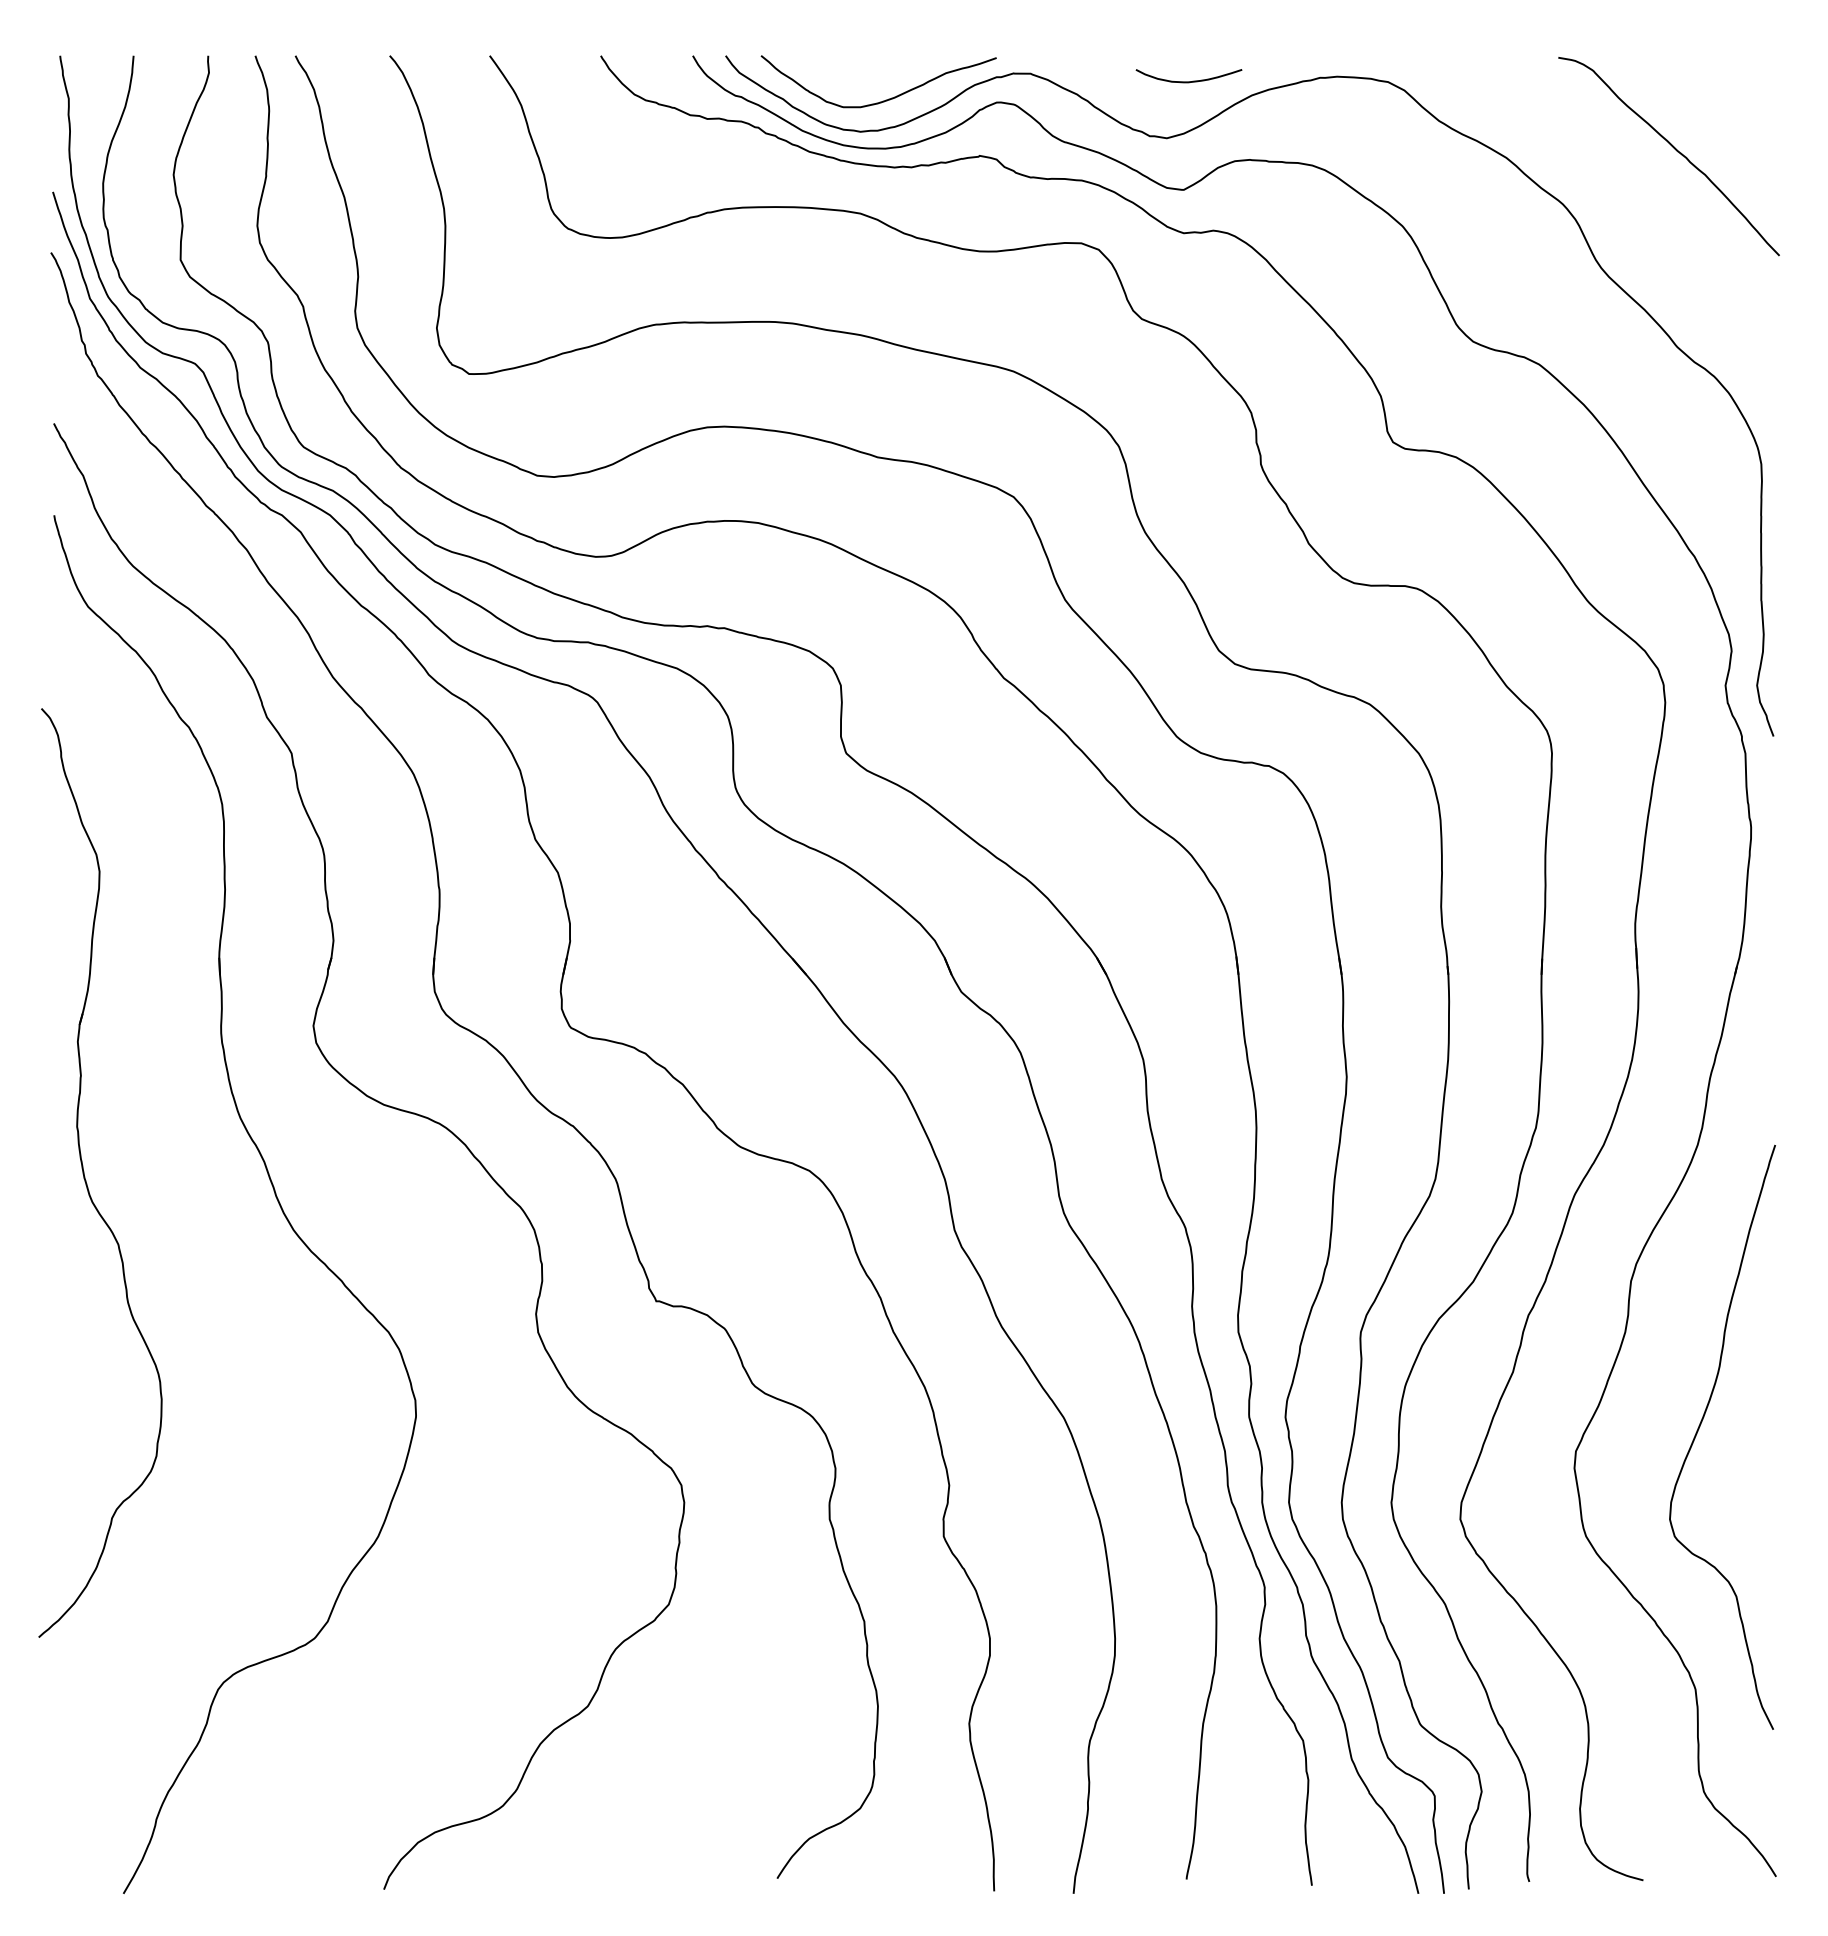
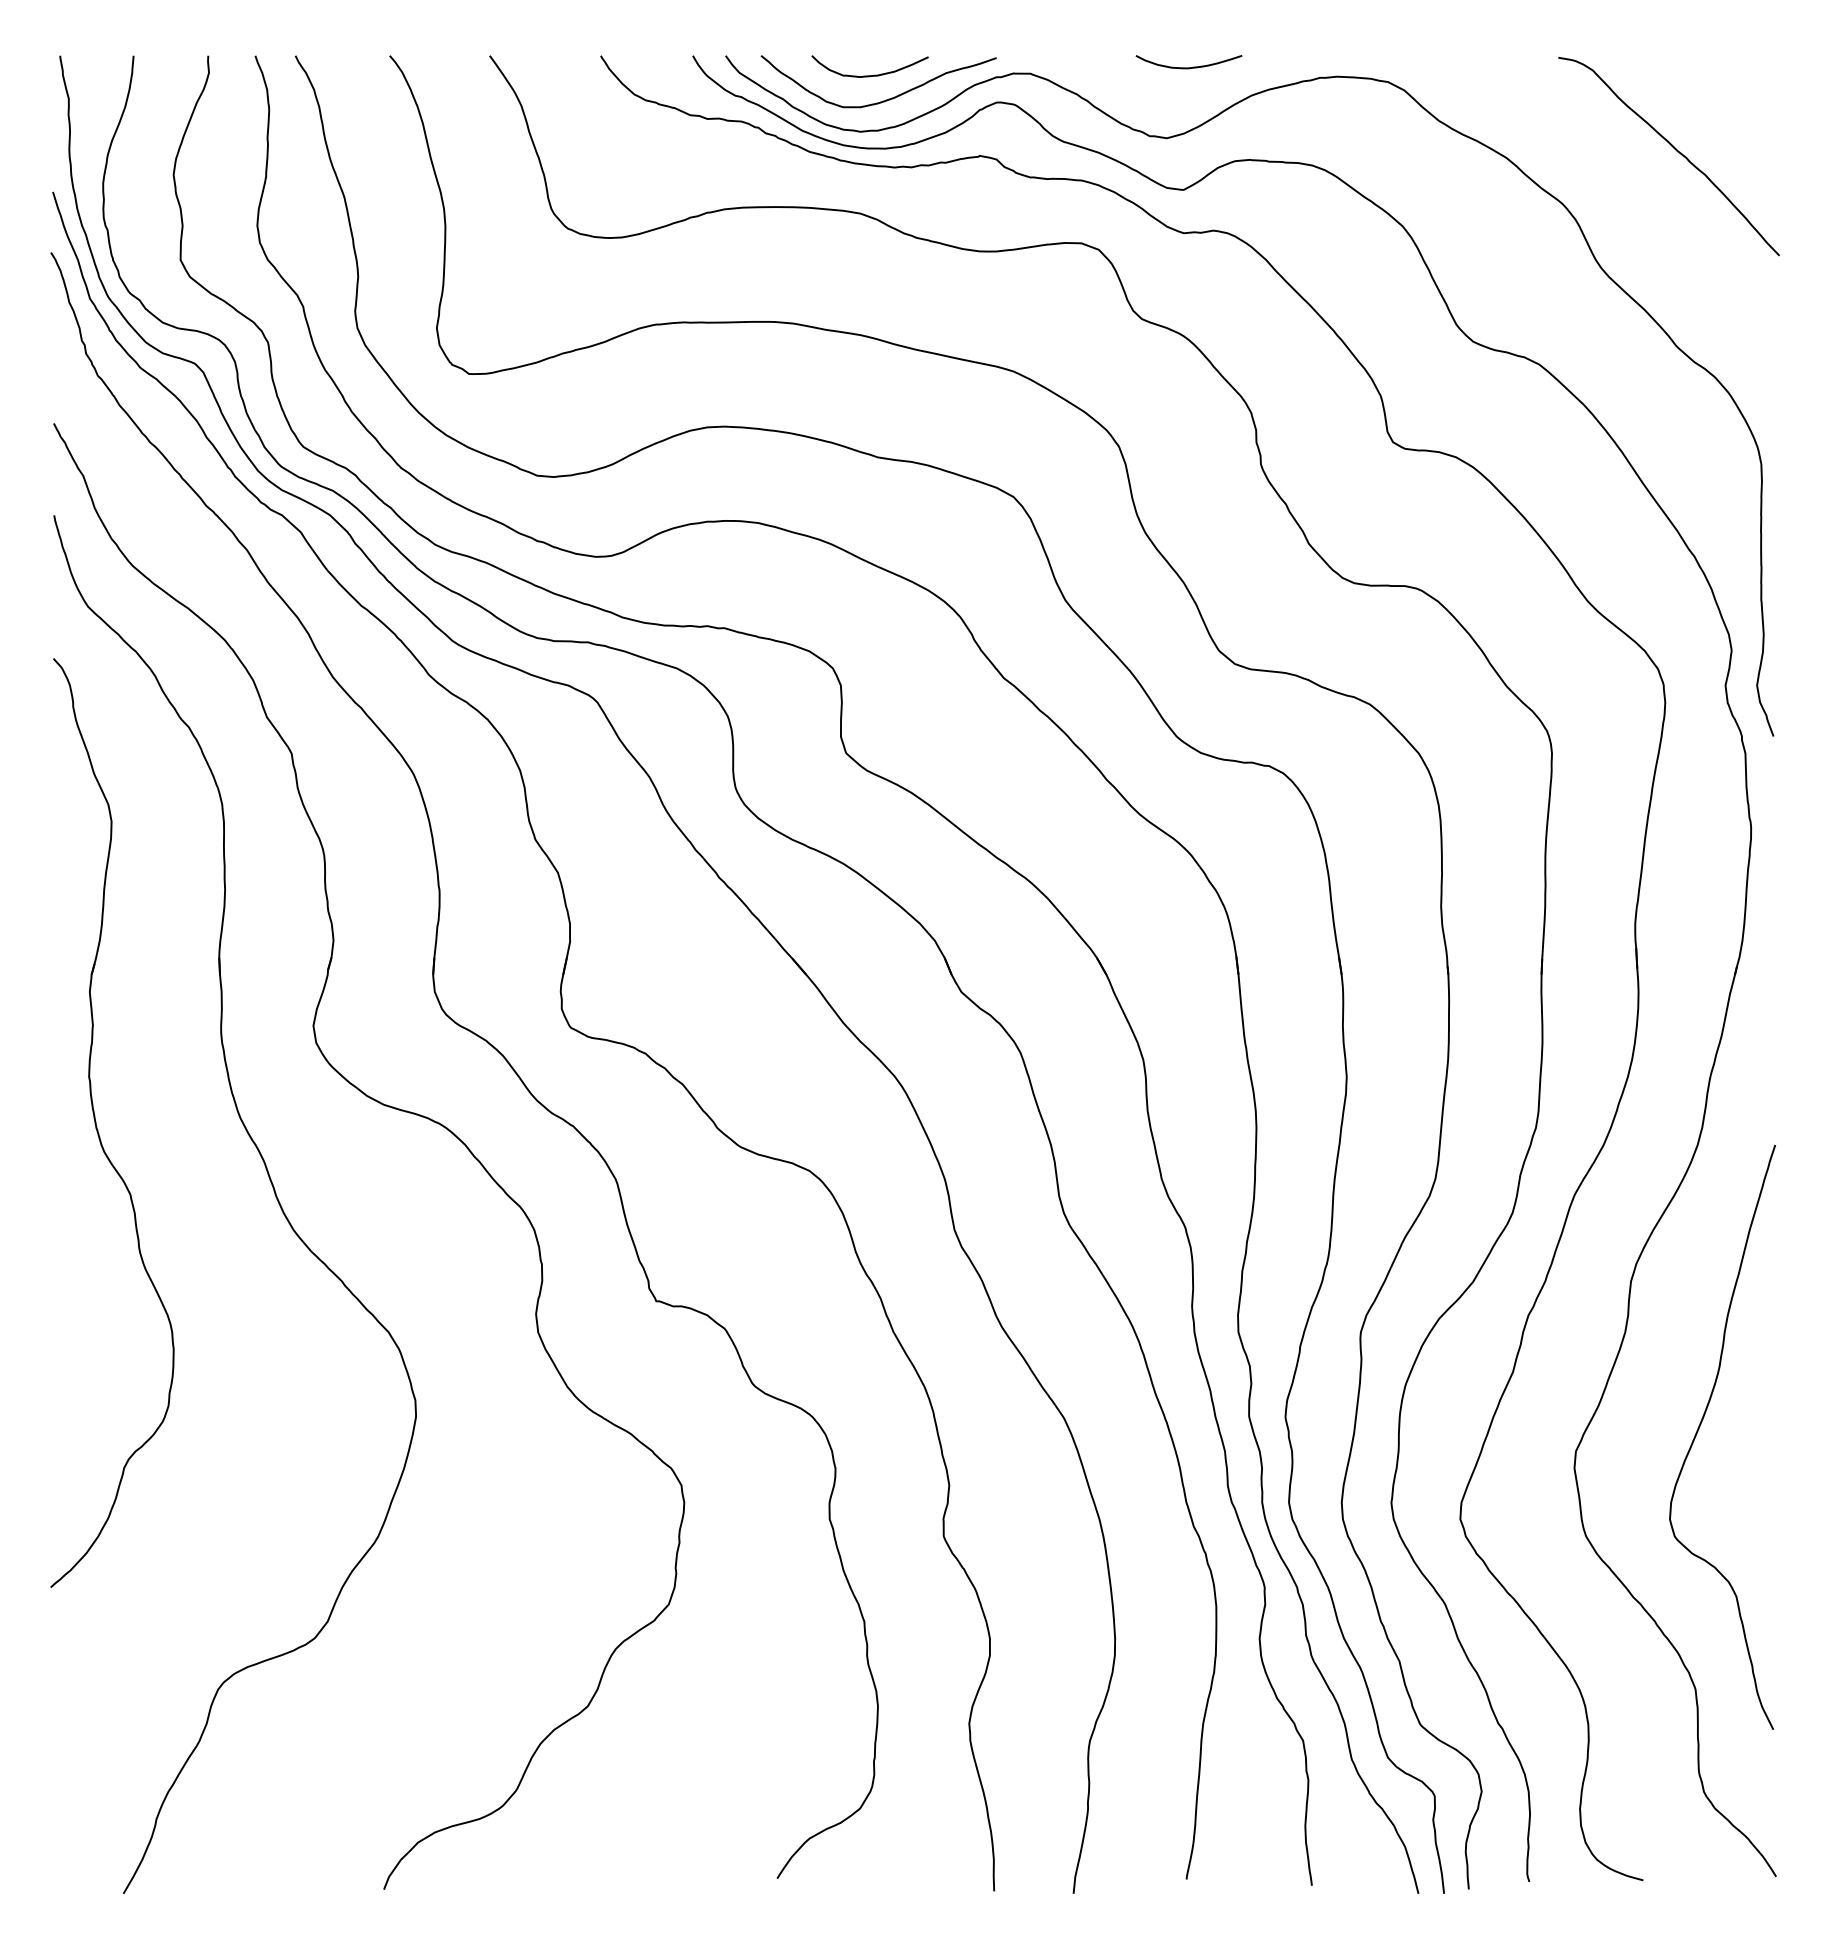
curve at (869, 75): none -> present
curve at (1188, 81) position: (1188, 81) -> (1188, 67)
part at (85, 1176) position: (85, 1176) -> (97, 1126)
